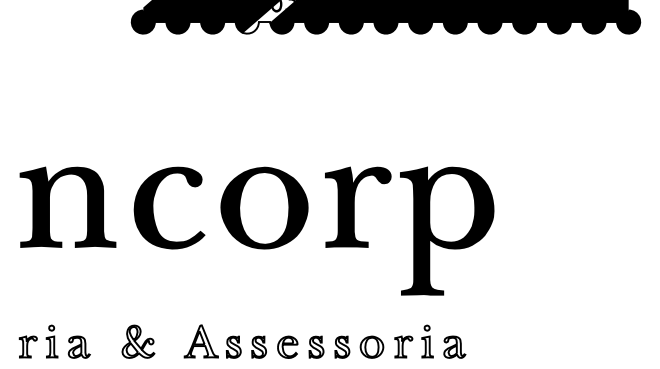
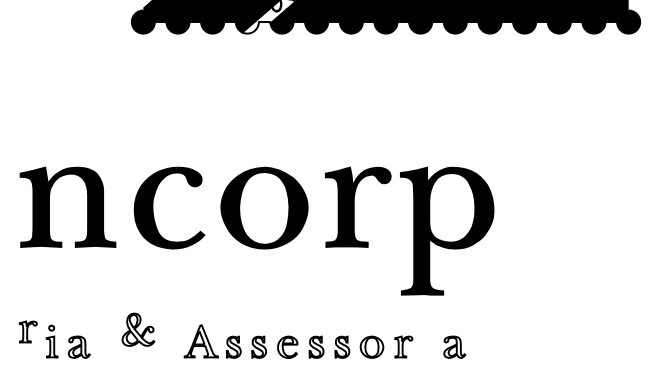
part at (138, 341) position: (138, 341) -> (138, 329)
part at (427, 341): present -> none
part at (27, 346) position: (27, 346) -> (27, 331)
